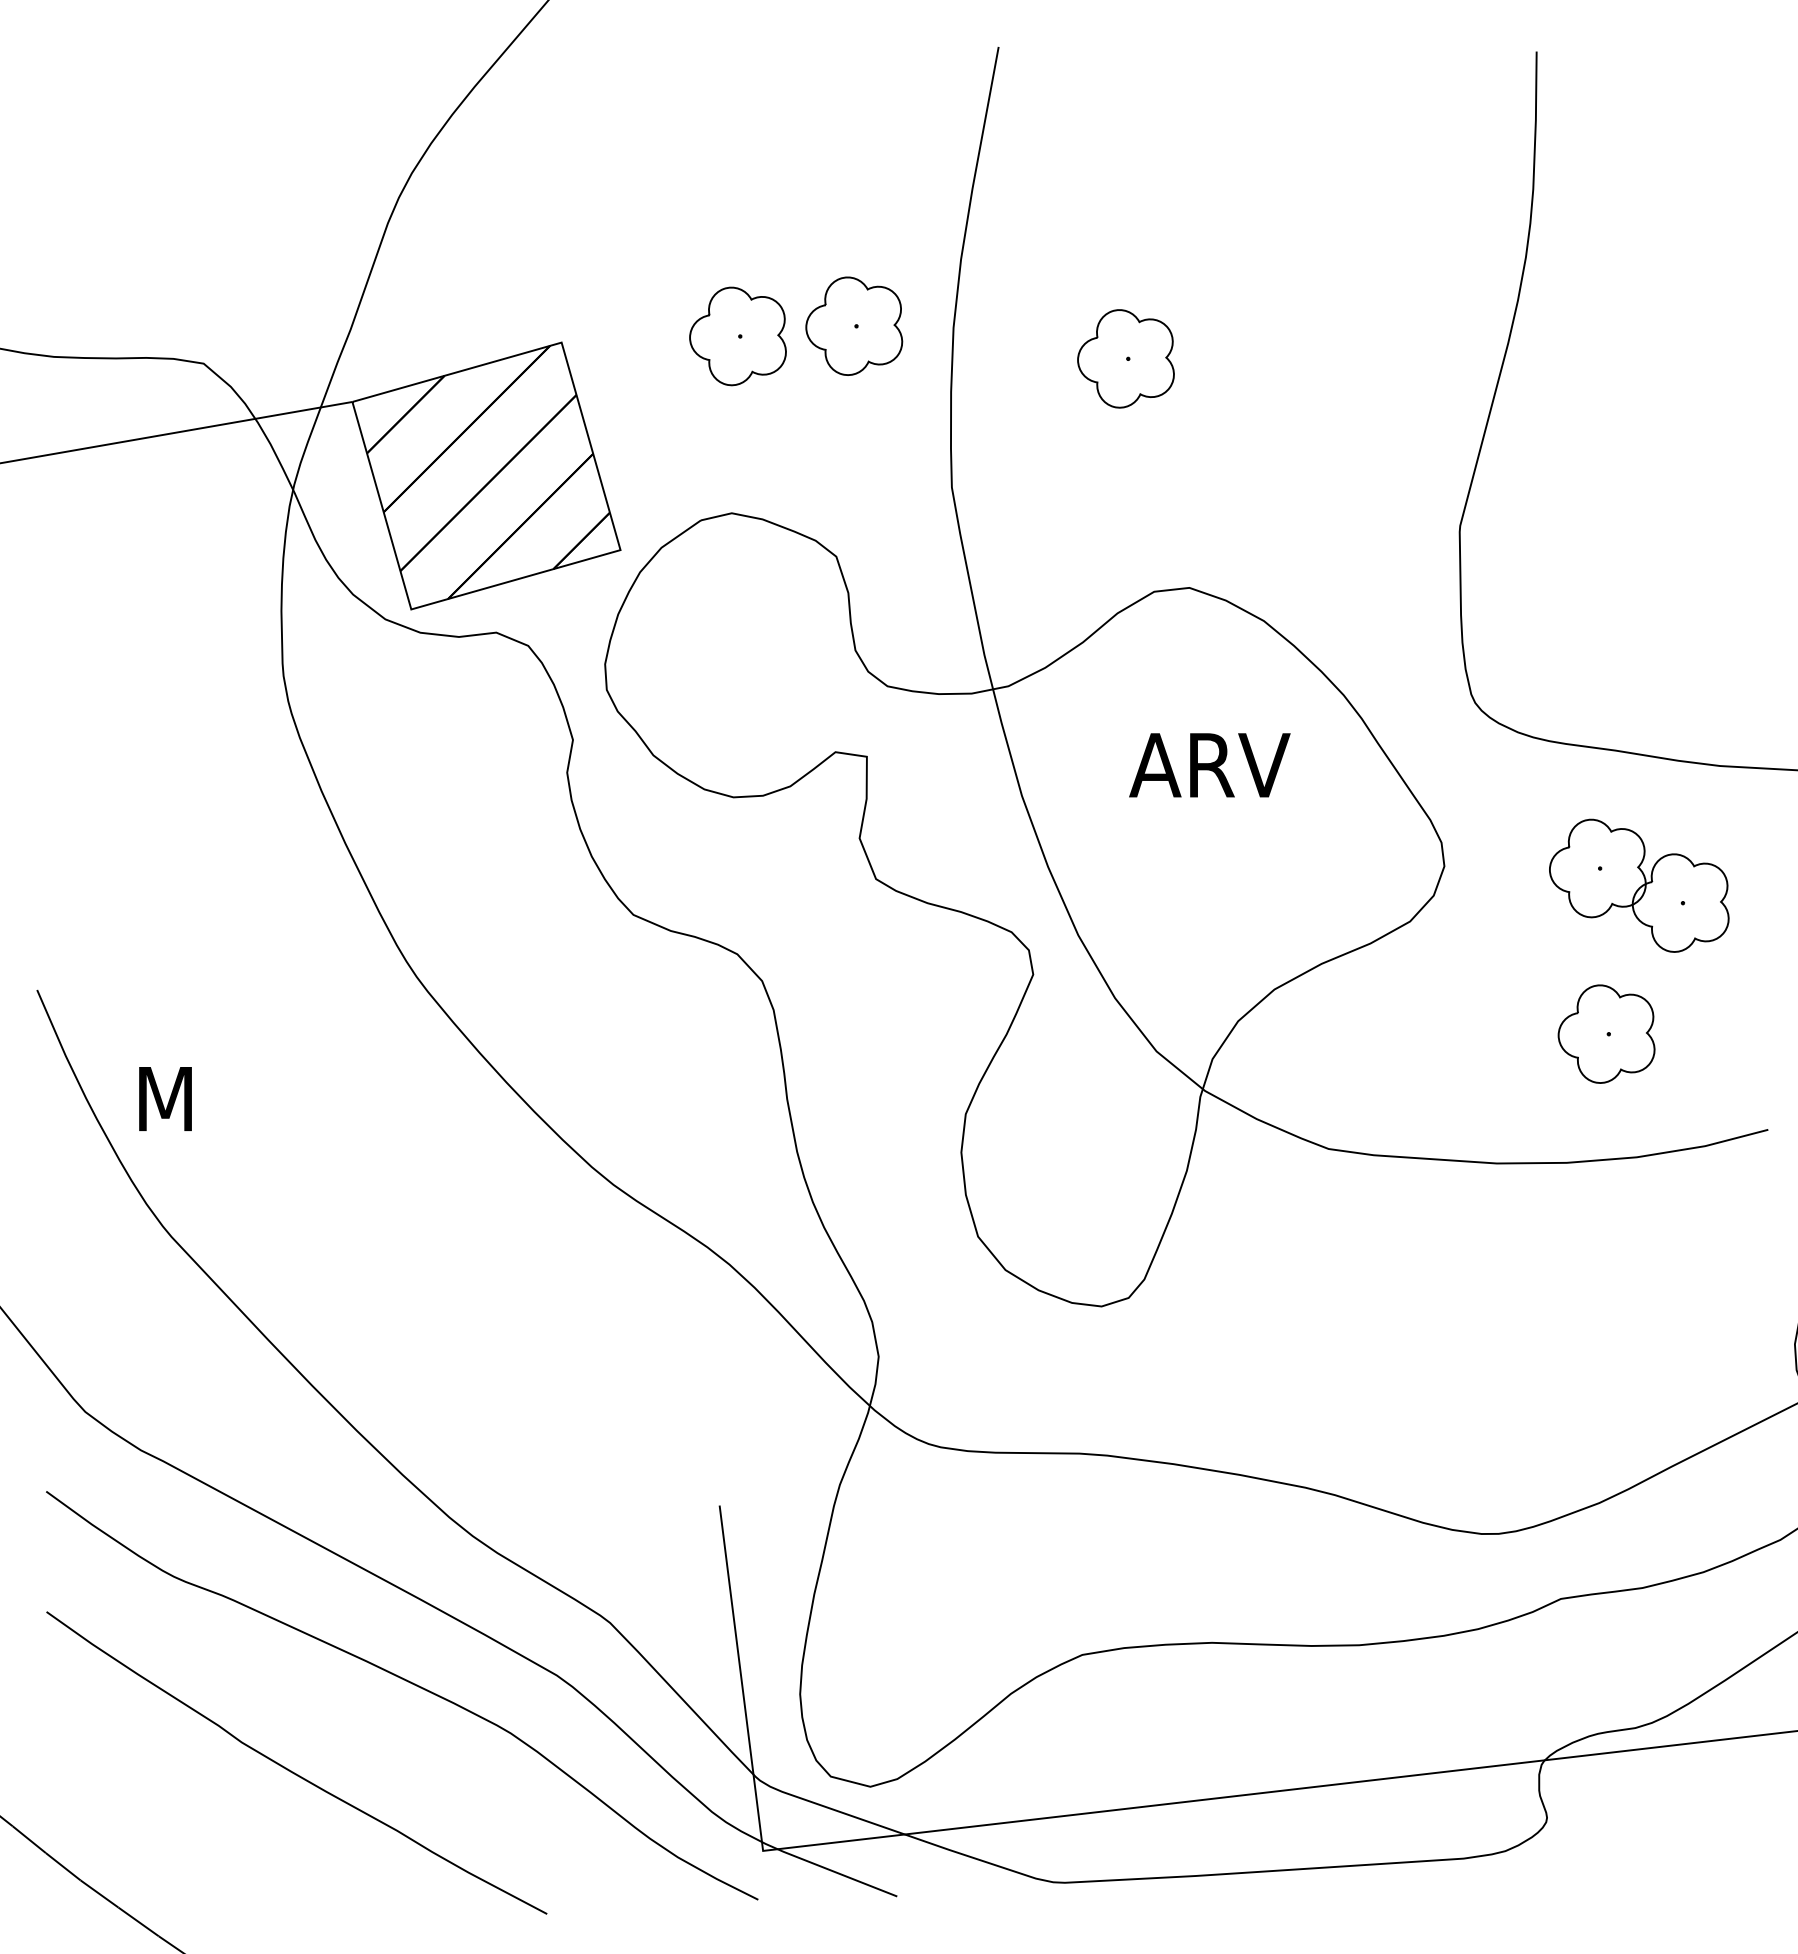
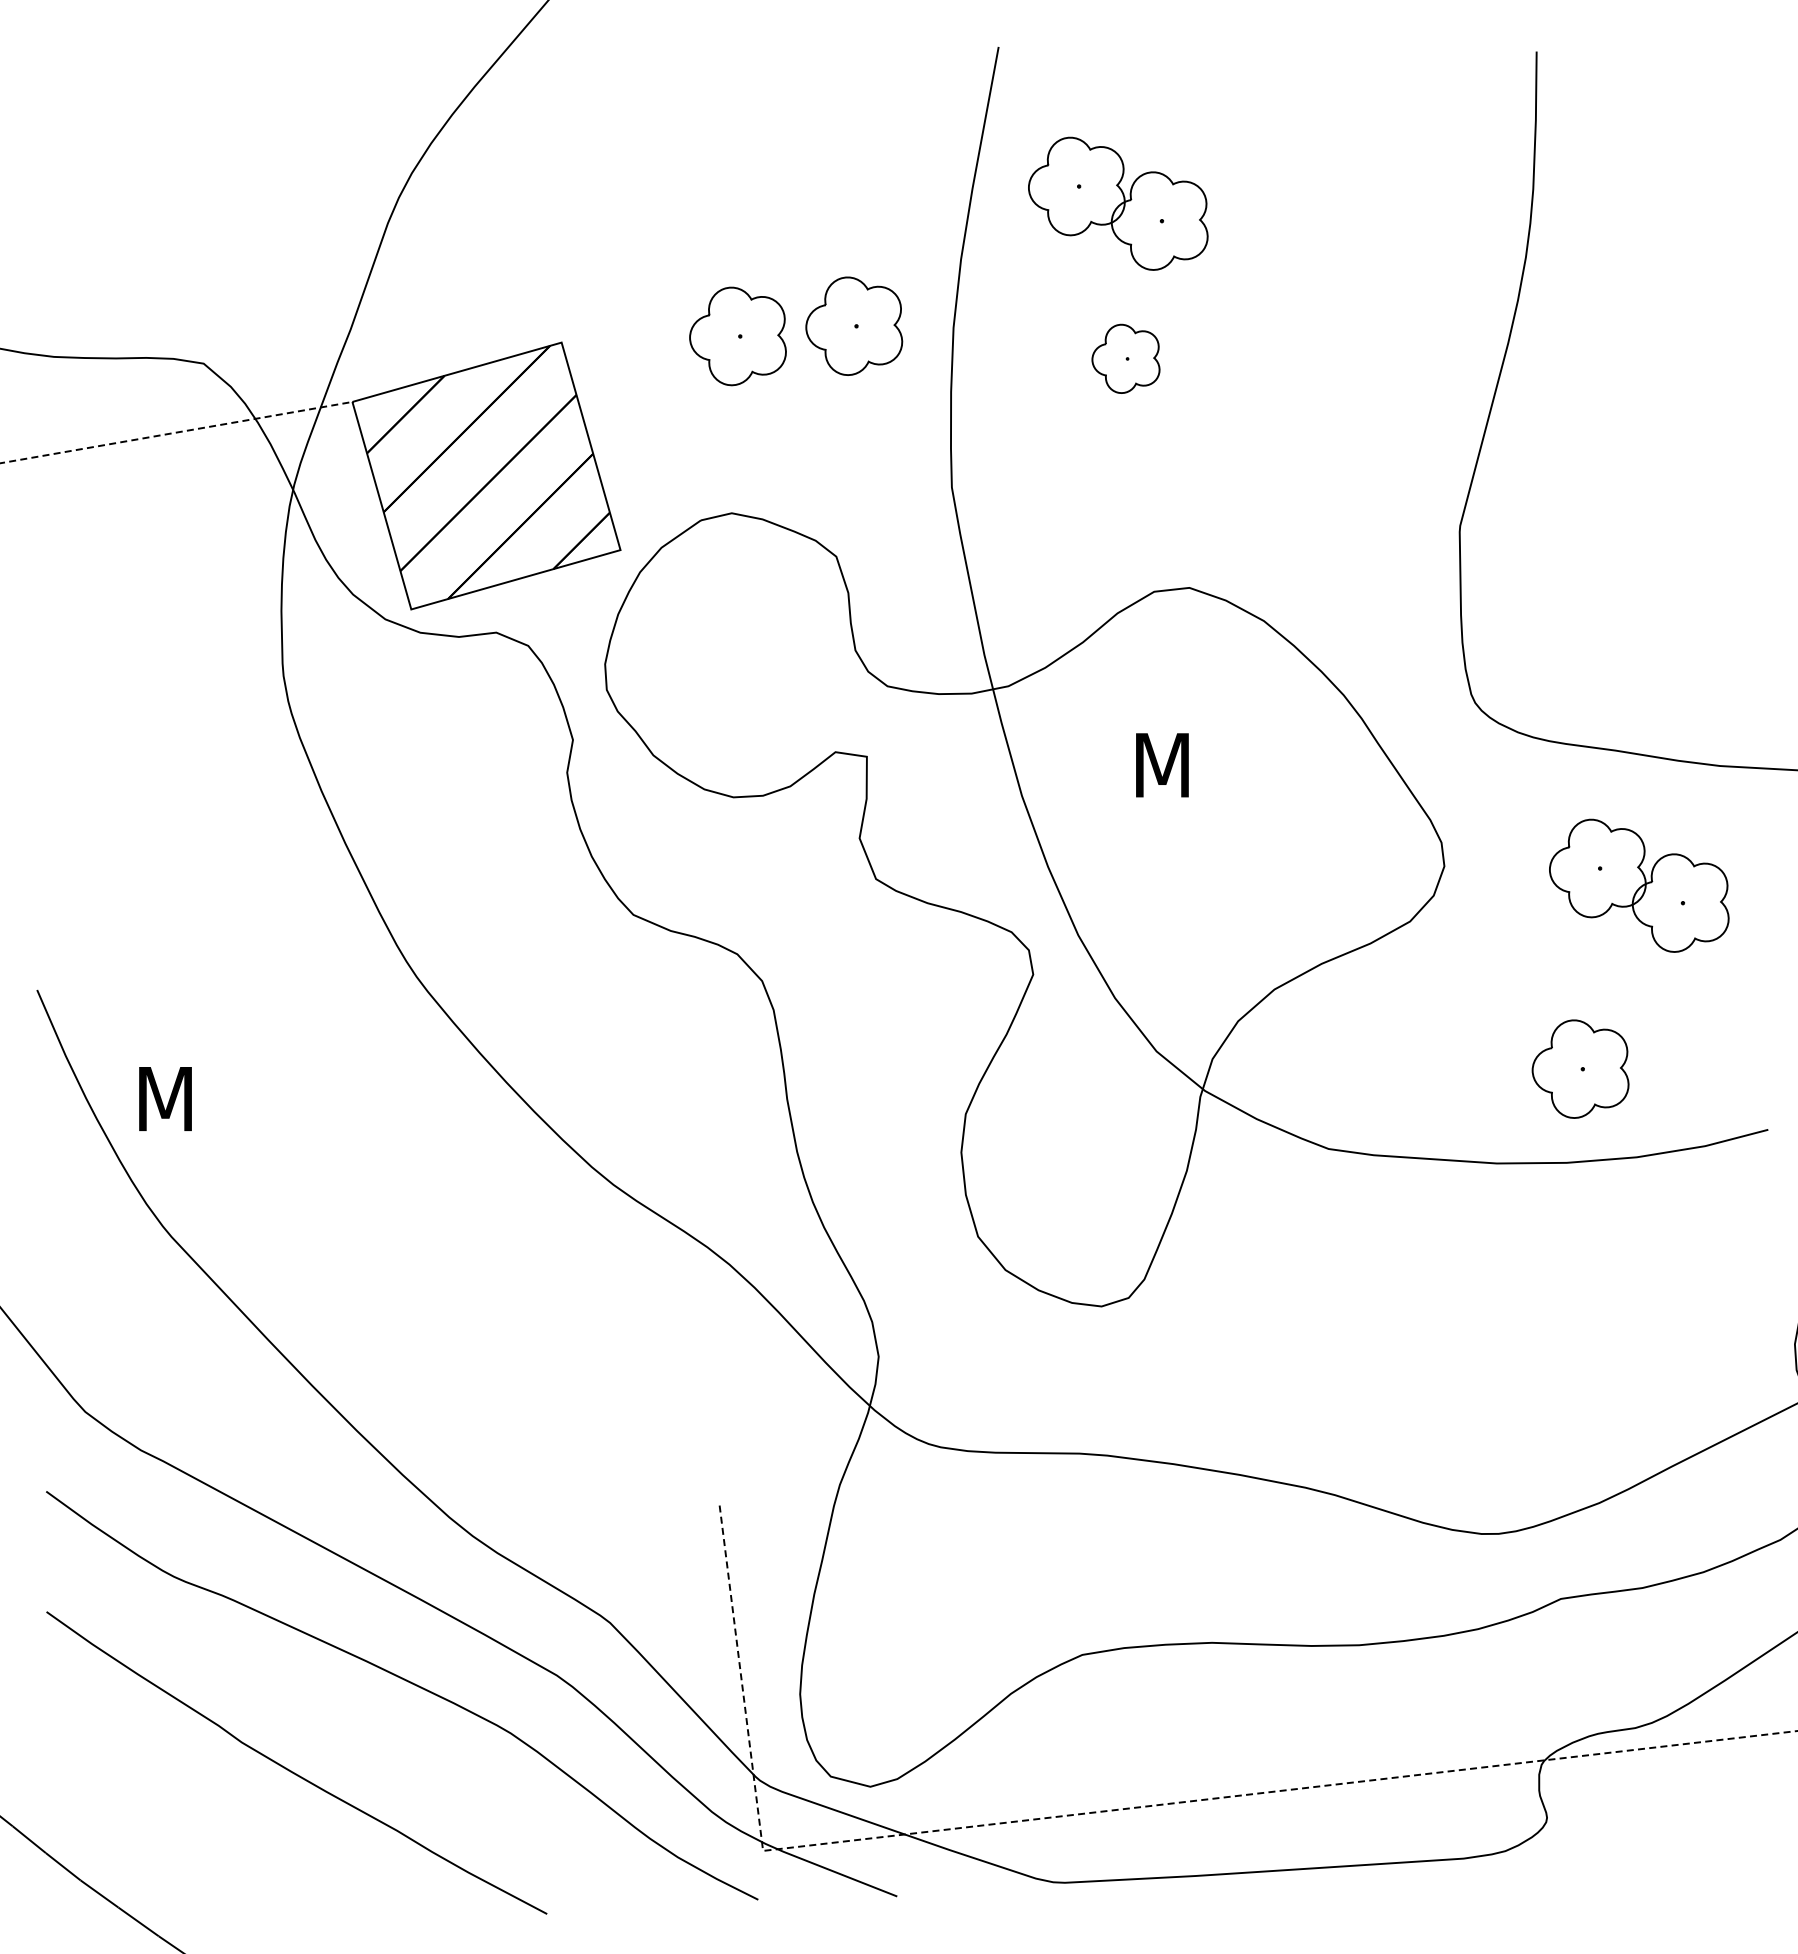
part at (1118, 203): none -> present
part at (1125, 358) size: 98x100 px -> 70x71 px
line at (177, 432): solid -> dashed
text at (1209, 765): ARV -> M
part at (1606, 1033) position: (1606, 1033) -> (1580, 1068)
line at (1106, 1811): solid -> dashed
